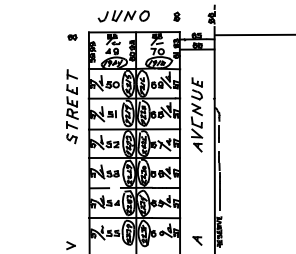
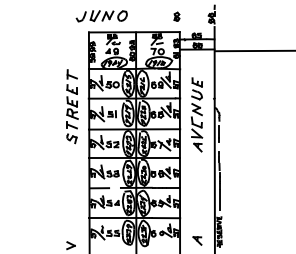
part at (123, 16) position: (123, 16) -> (101, 16)
line at (253, 34) position: (253, 34) -> (253, 50)
part at (72, 37): present -> none
